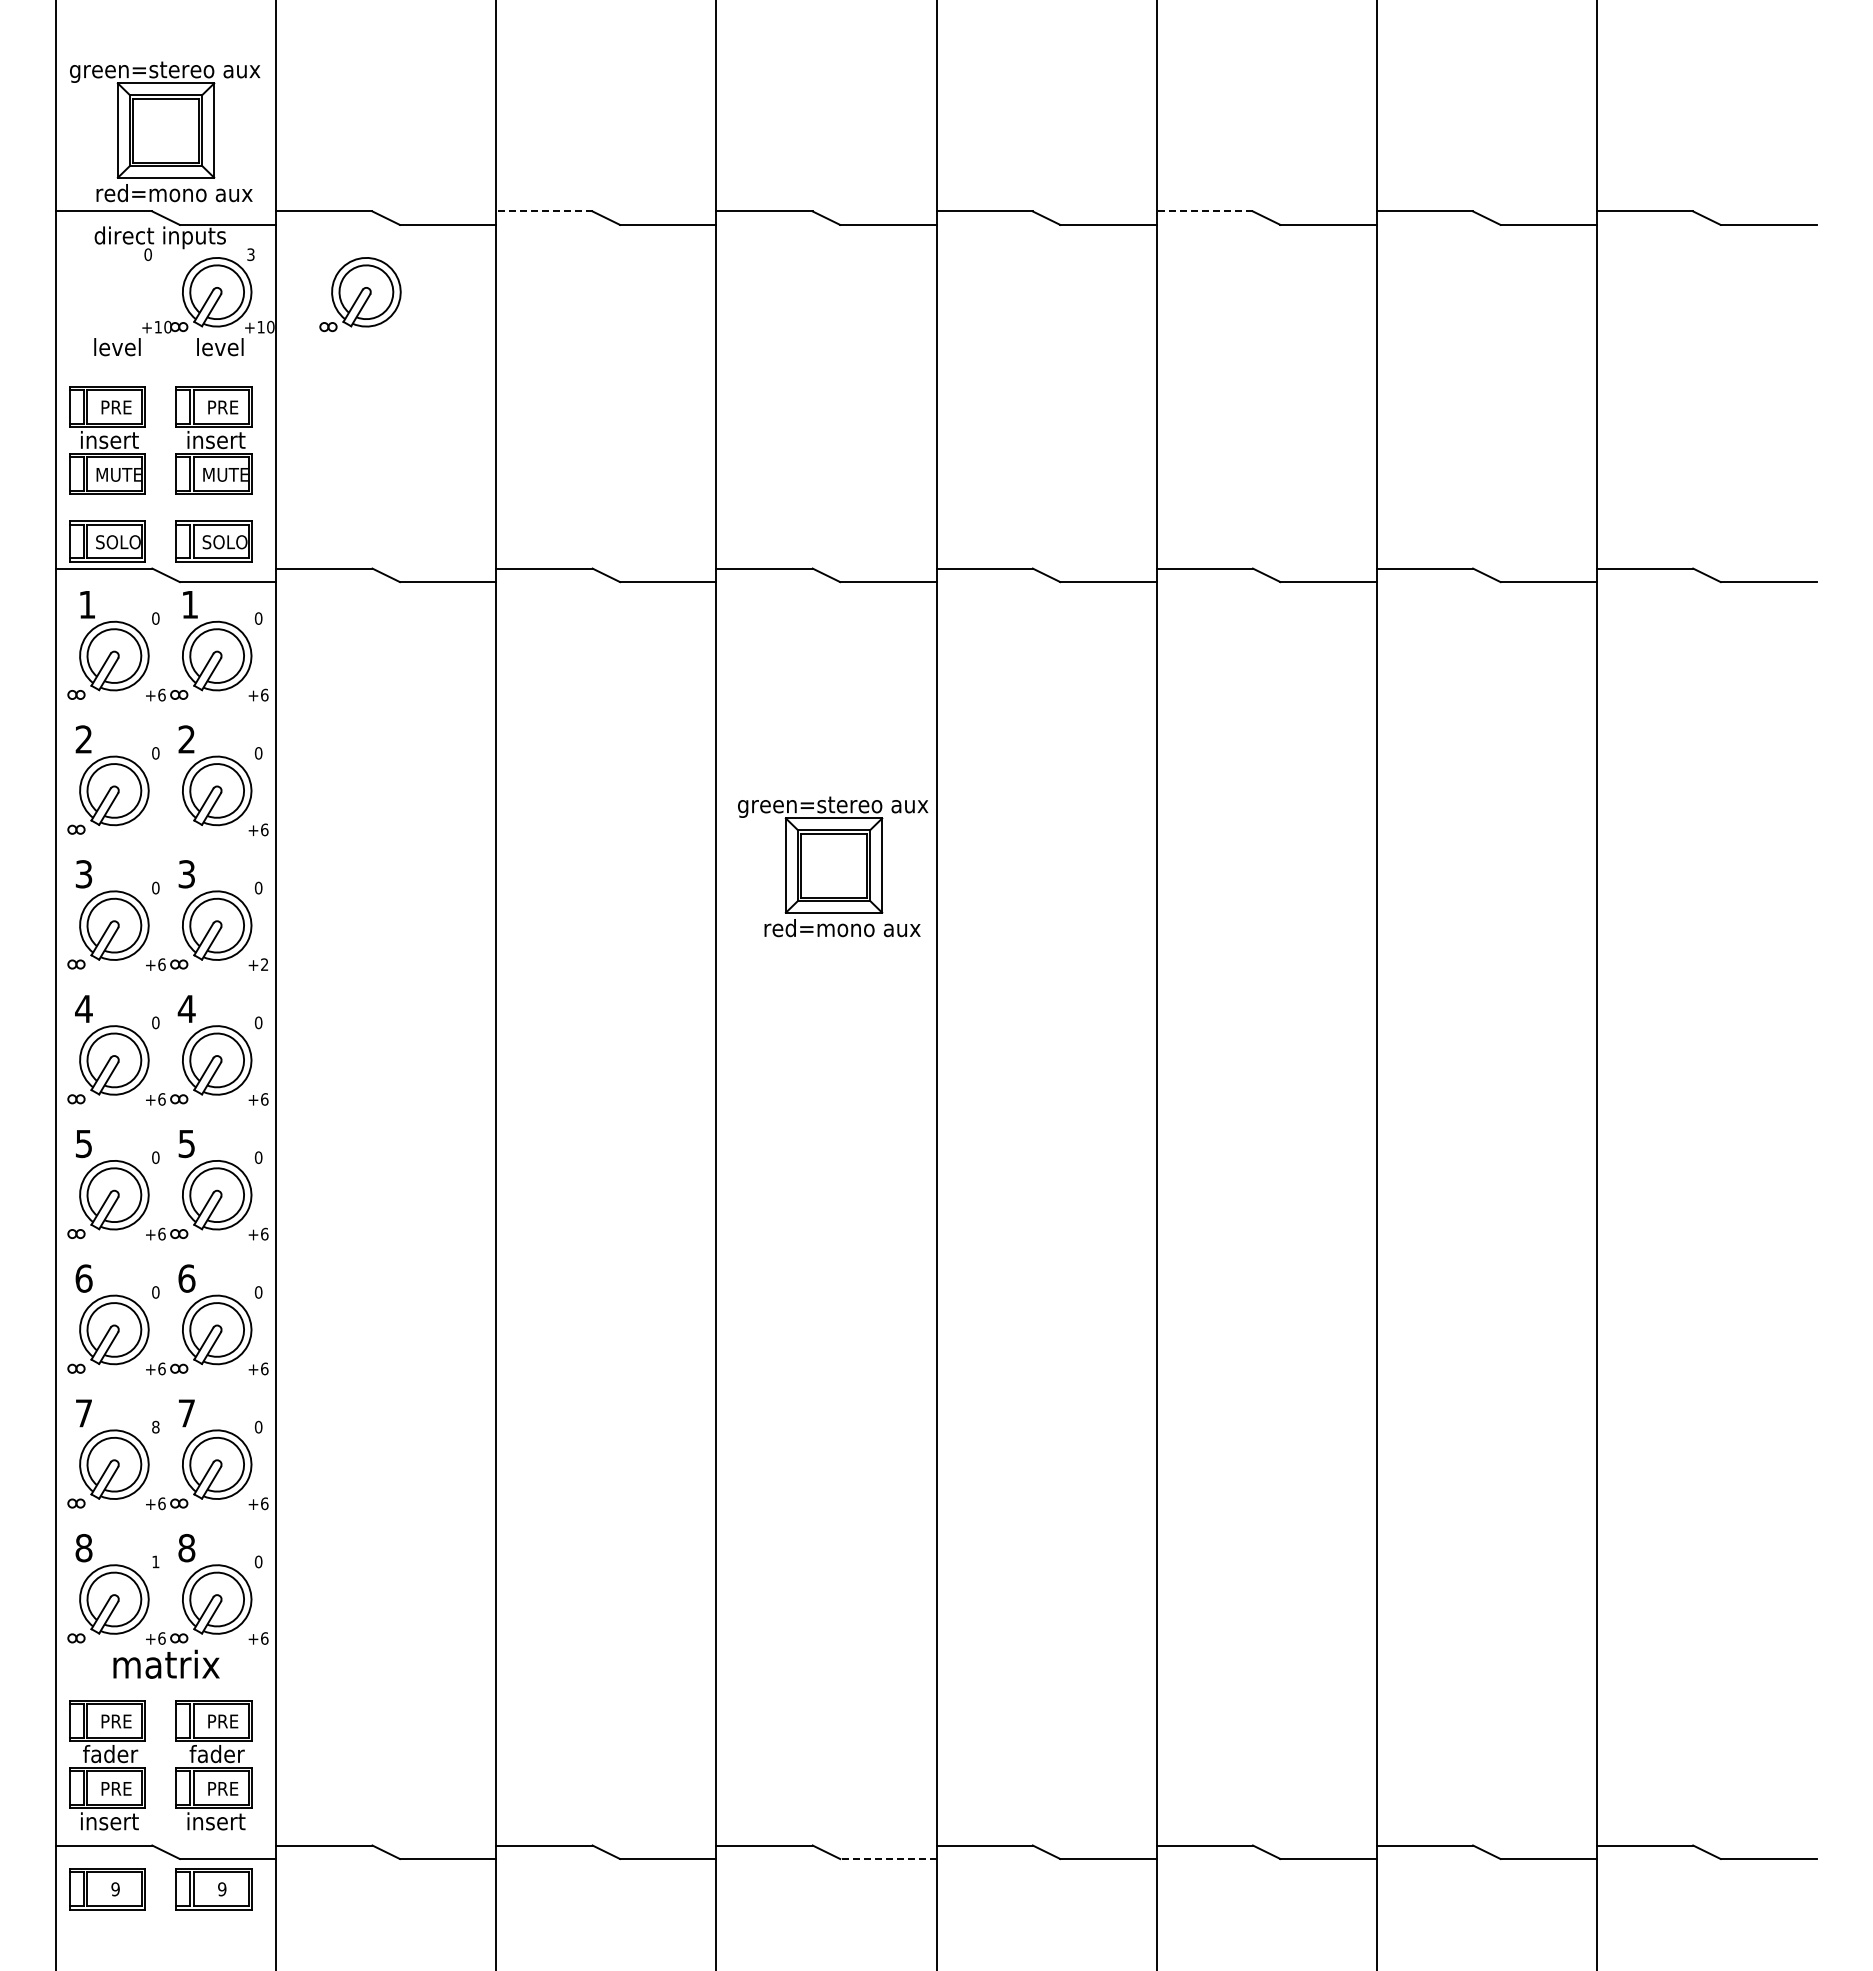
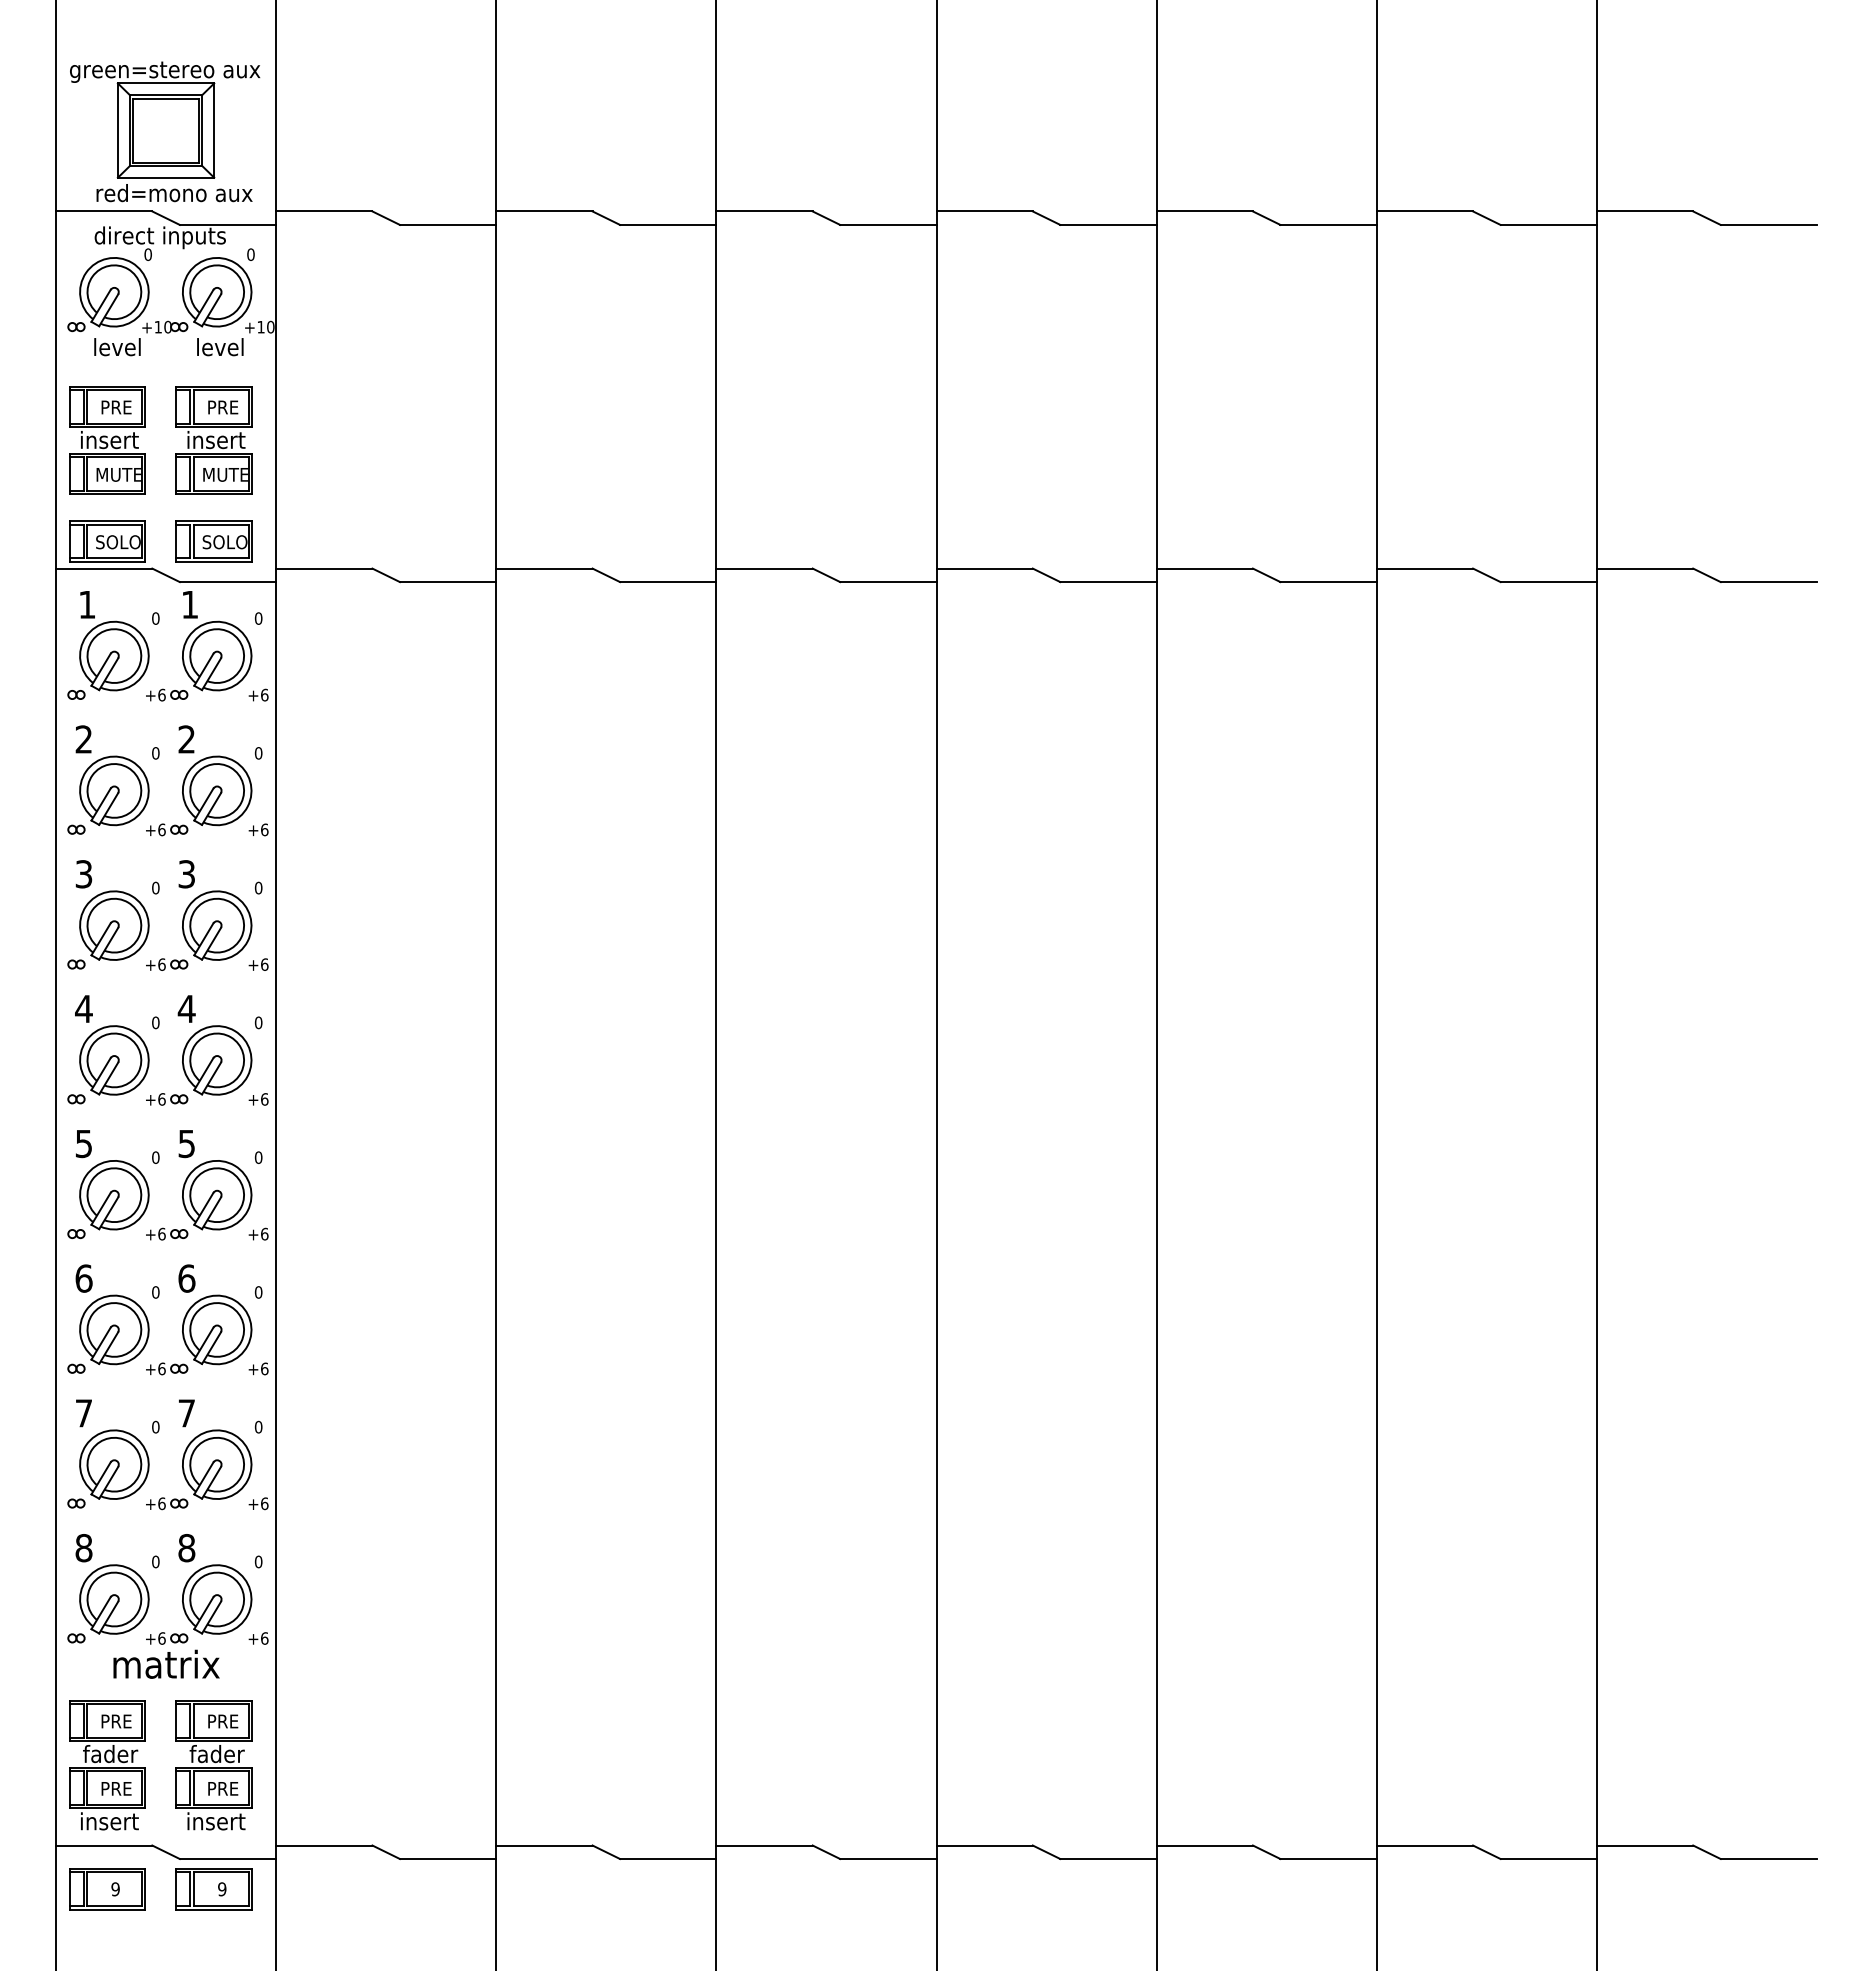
line at (543, 211): dashed -> solid
line at (1204, 211): dashed -> solid
text at (250, 254): 3 -> 0
part at (360, 294) position: (360, 294) -> (108, 294)
part at (167, 829): none -> present
part at (833, 866): present -> none
text at (264, 964): +2 -> +6
text at (155, 1427): 8 -> 0
text at (155, 1561): 1 -> 0
line at (887, 1859): dashed -> solid
